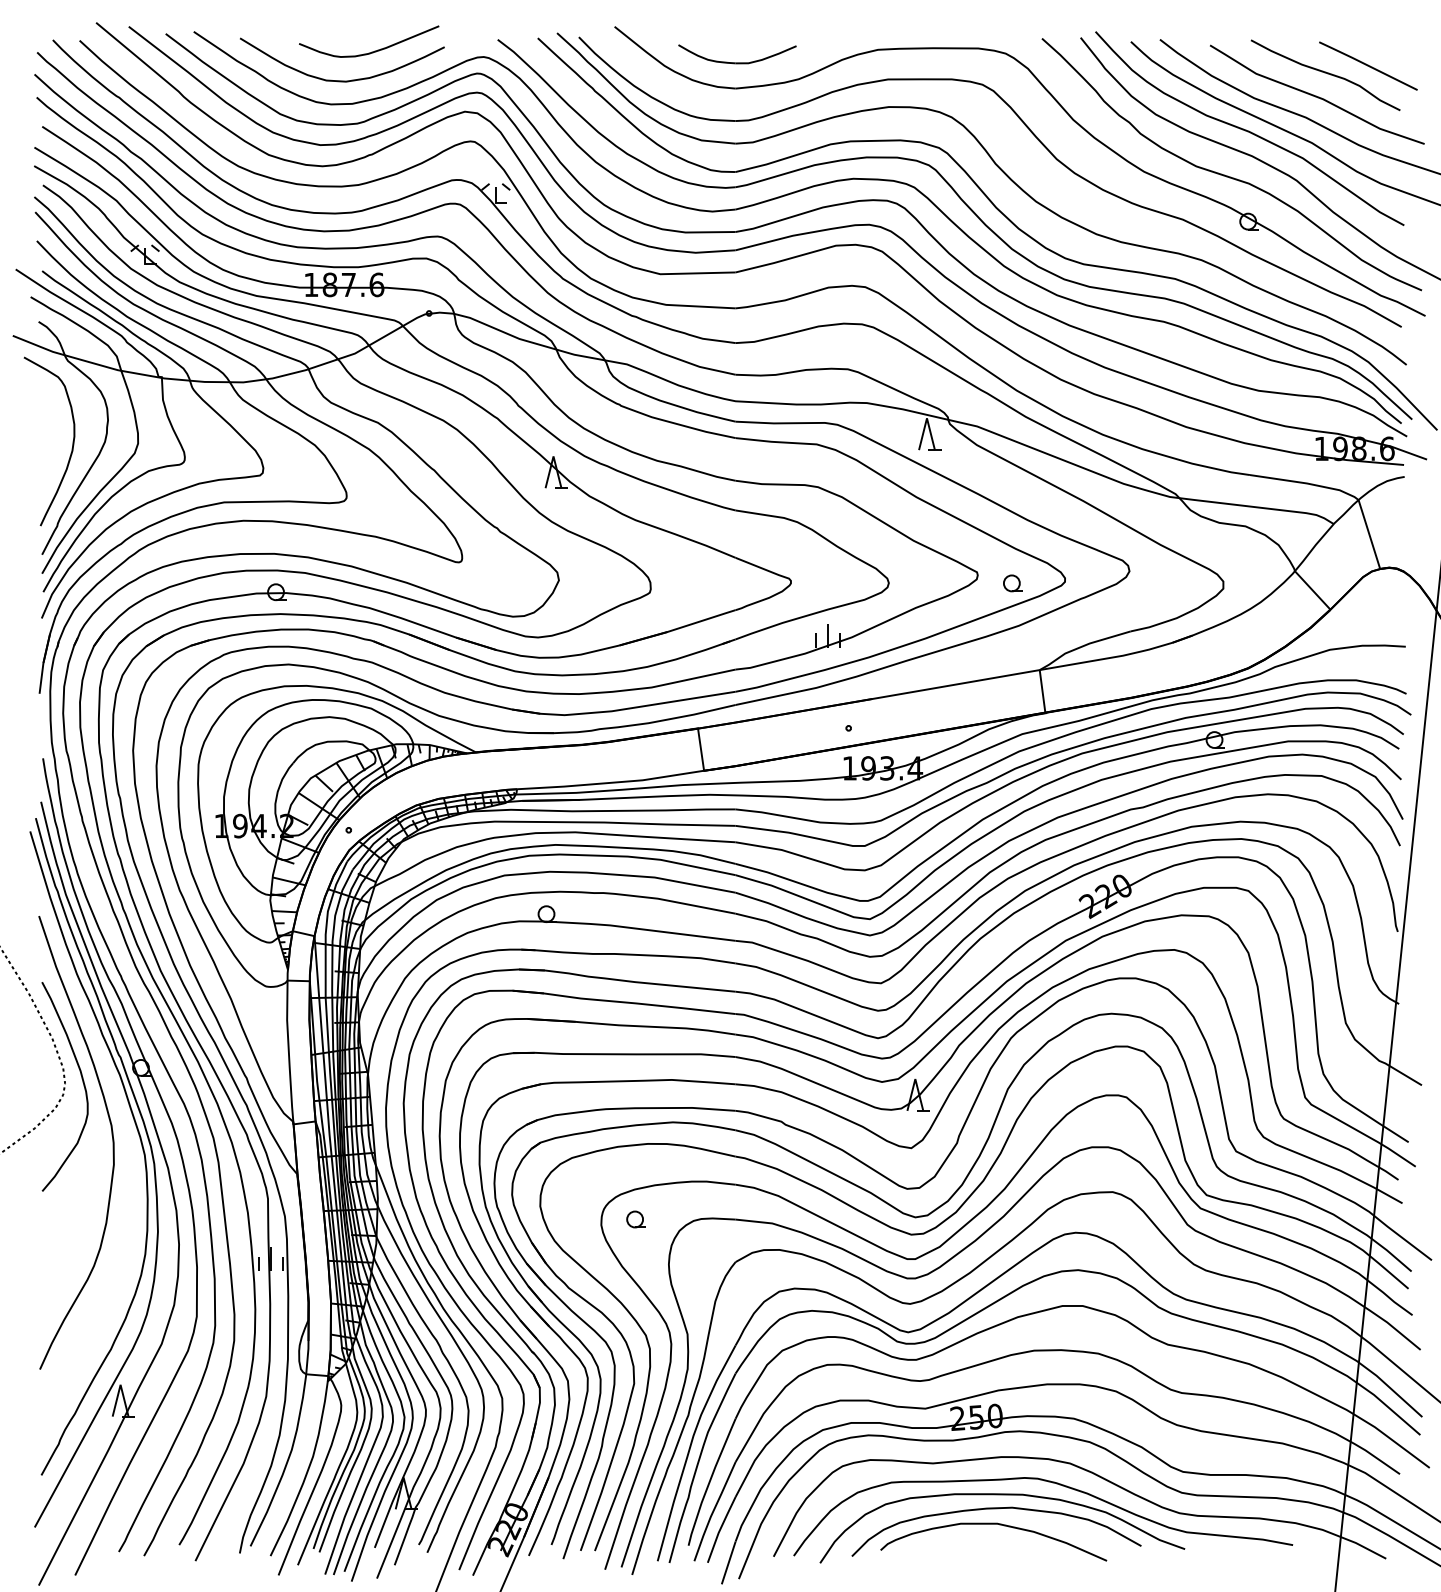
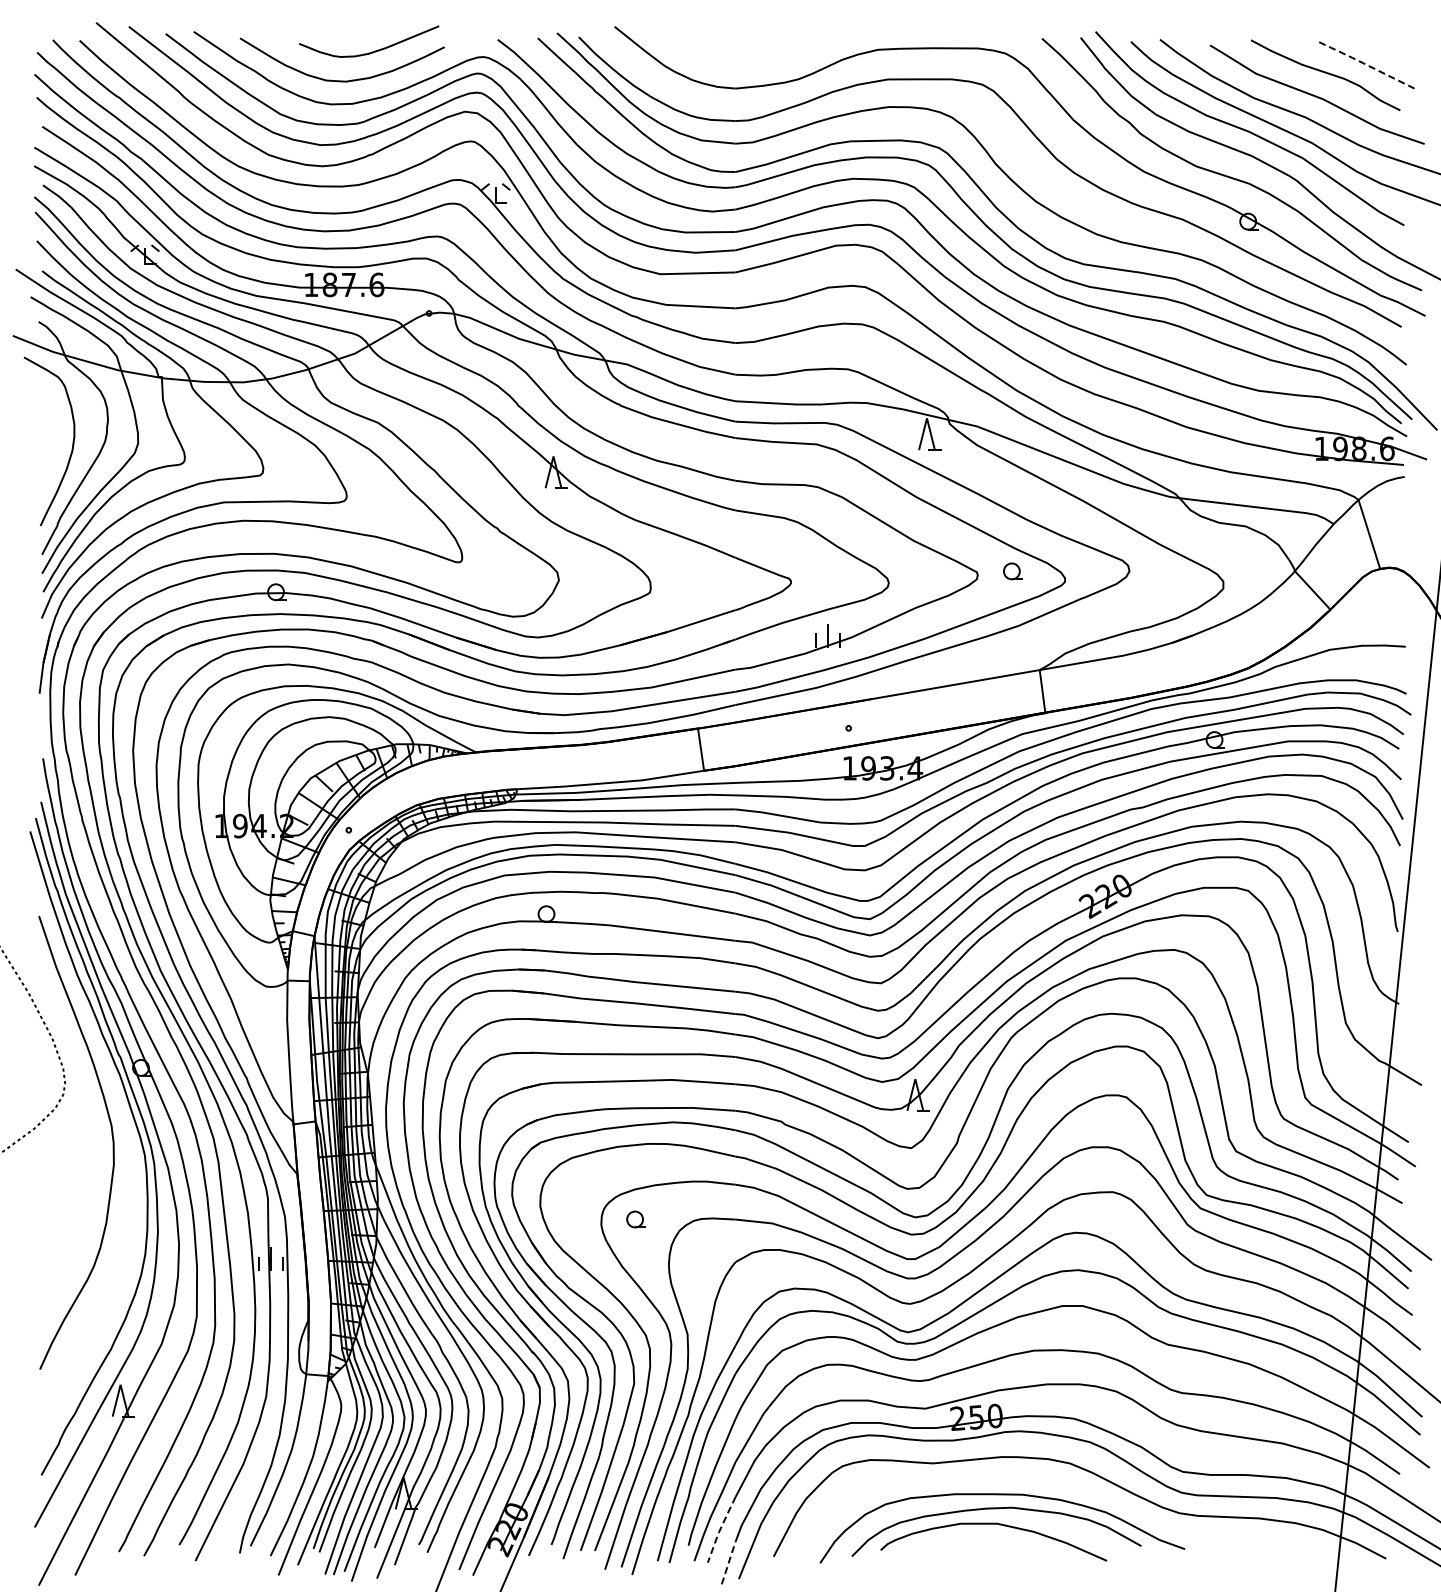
part at (737, 62): present -> none
line at (1367, 65): solid -> dashed
part at (1012, 583) position: (1012, 583) -> (1012, 571)
curve at (82, 1082): present -> none
curve at (1052, 1483): present -> none
line at (720, 1529): solid -> dashed
line at (728, 1562): solid -> dashed
